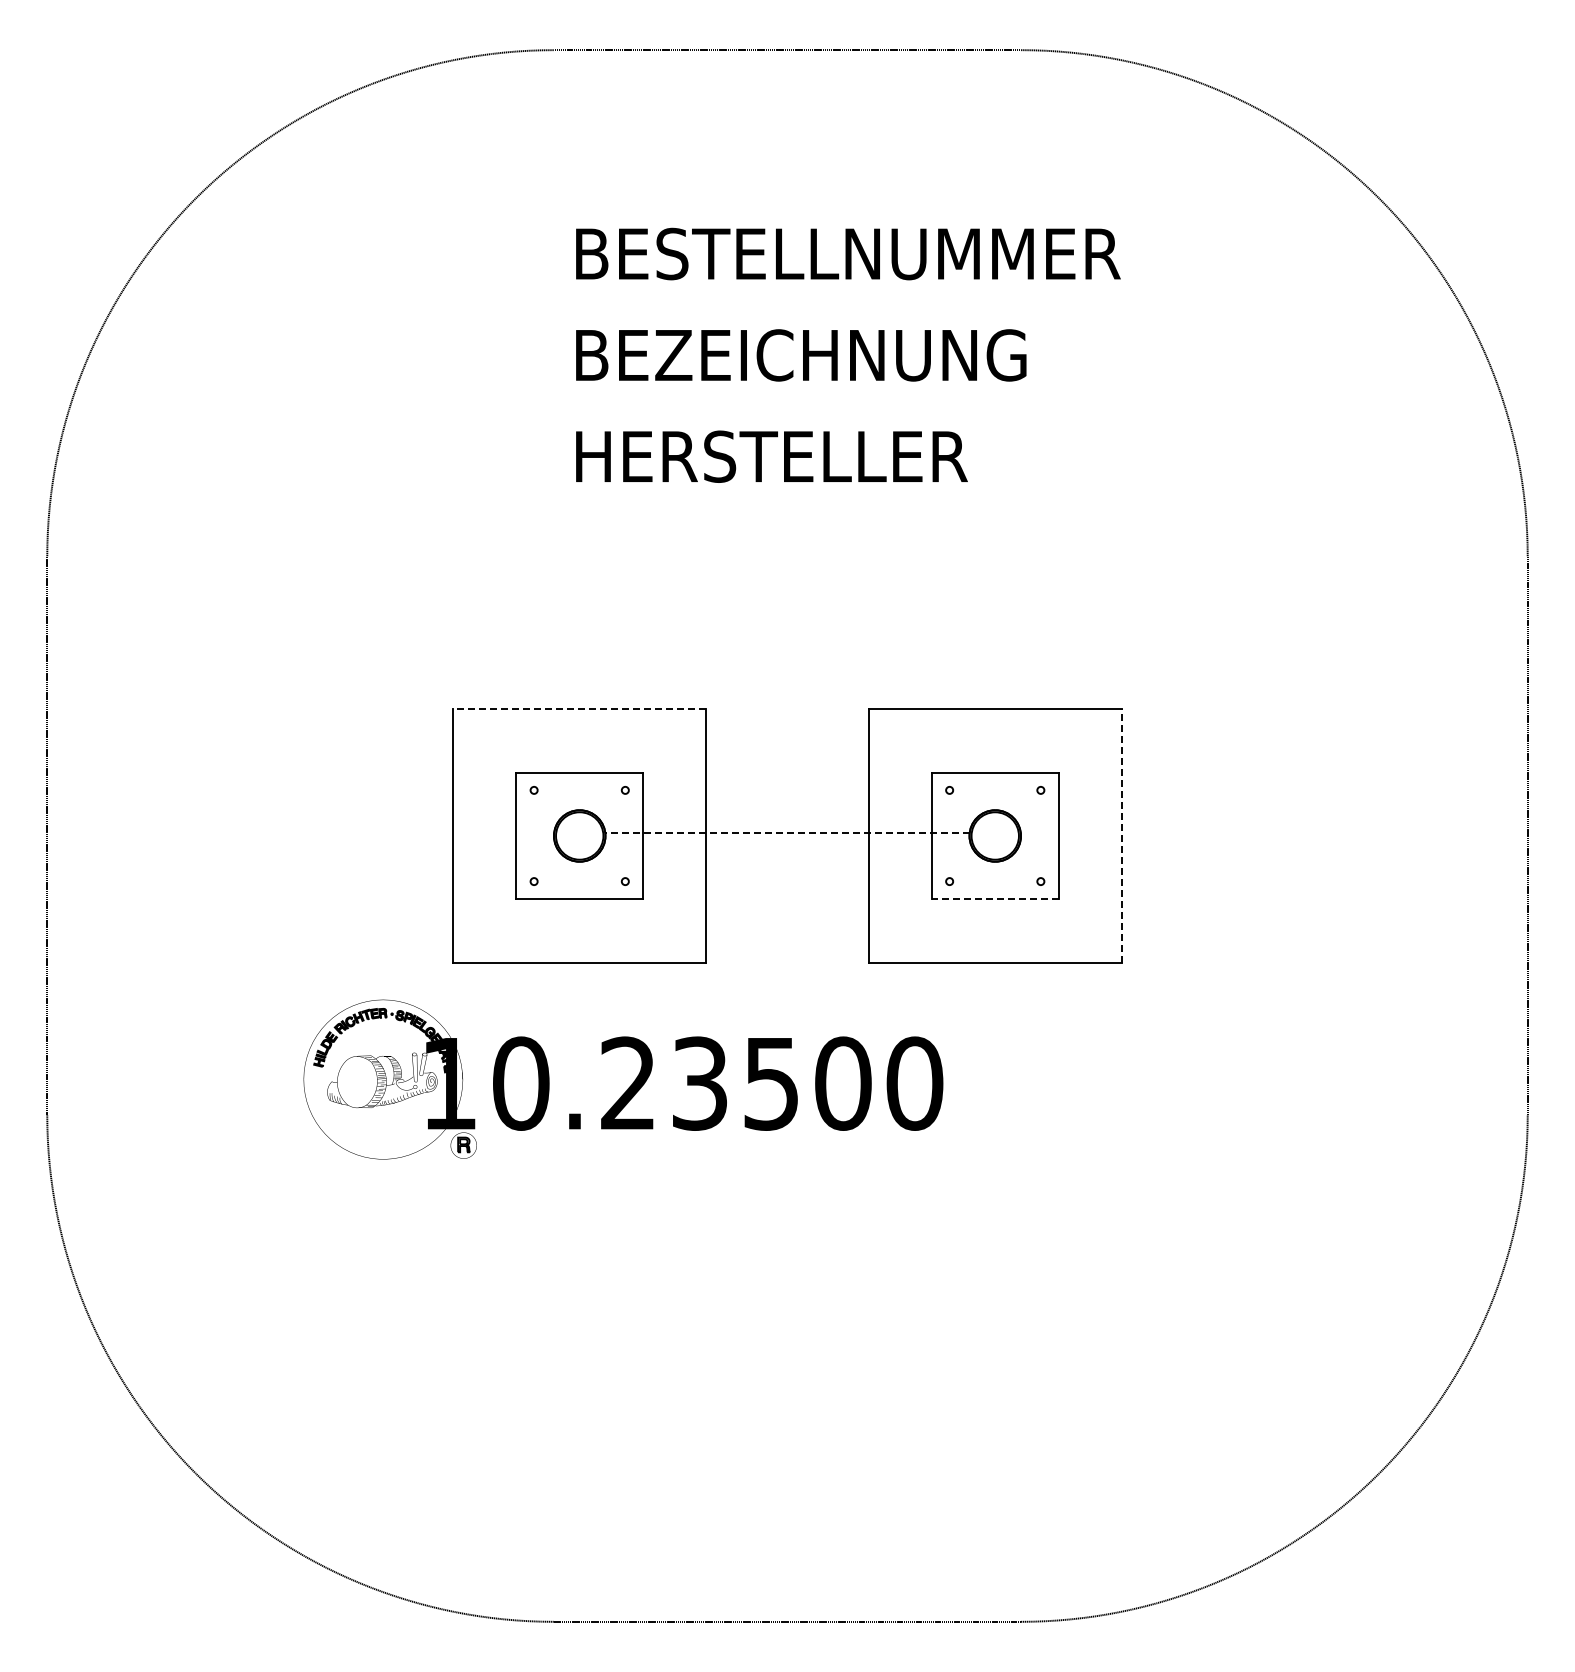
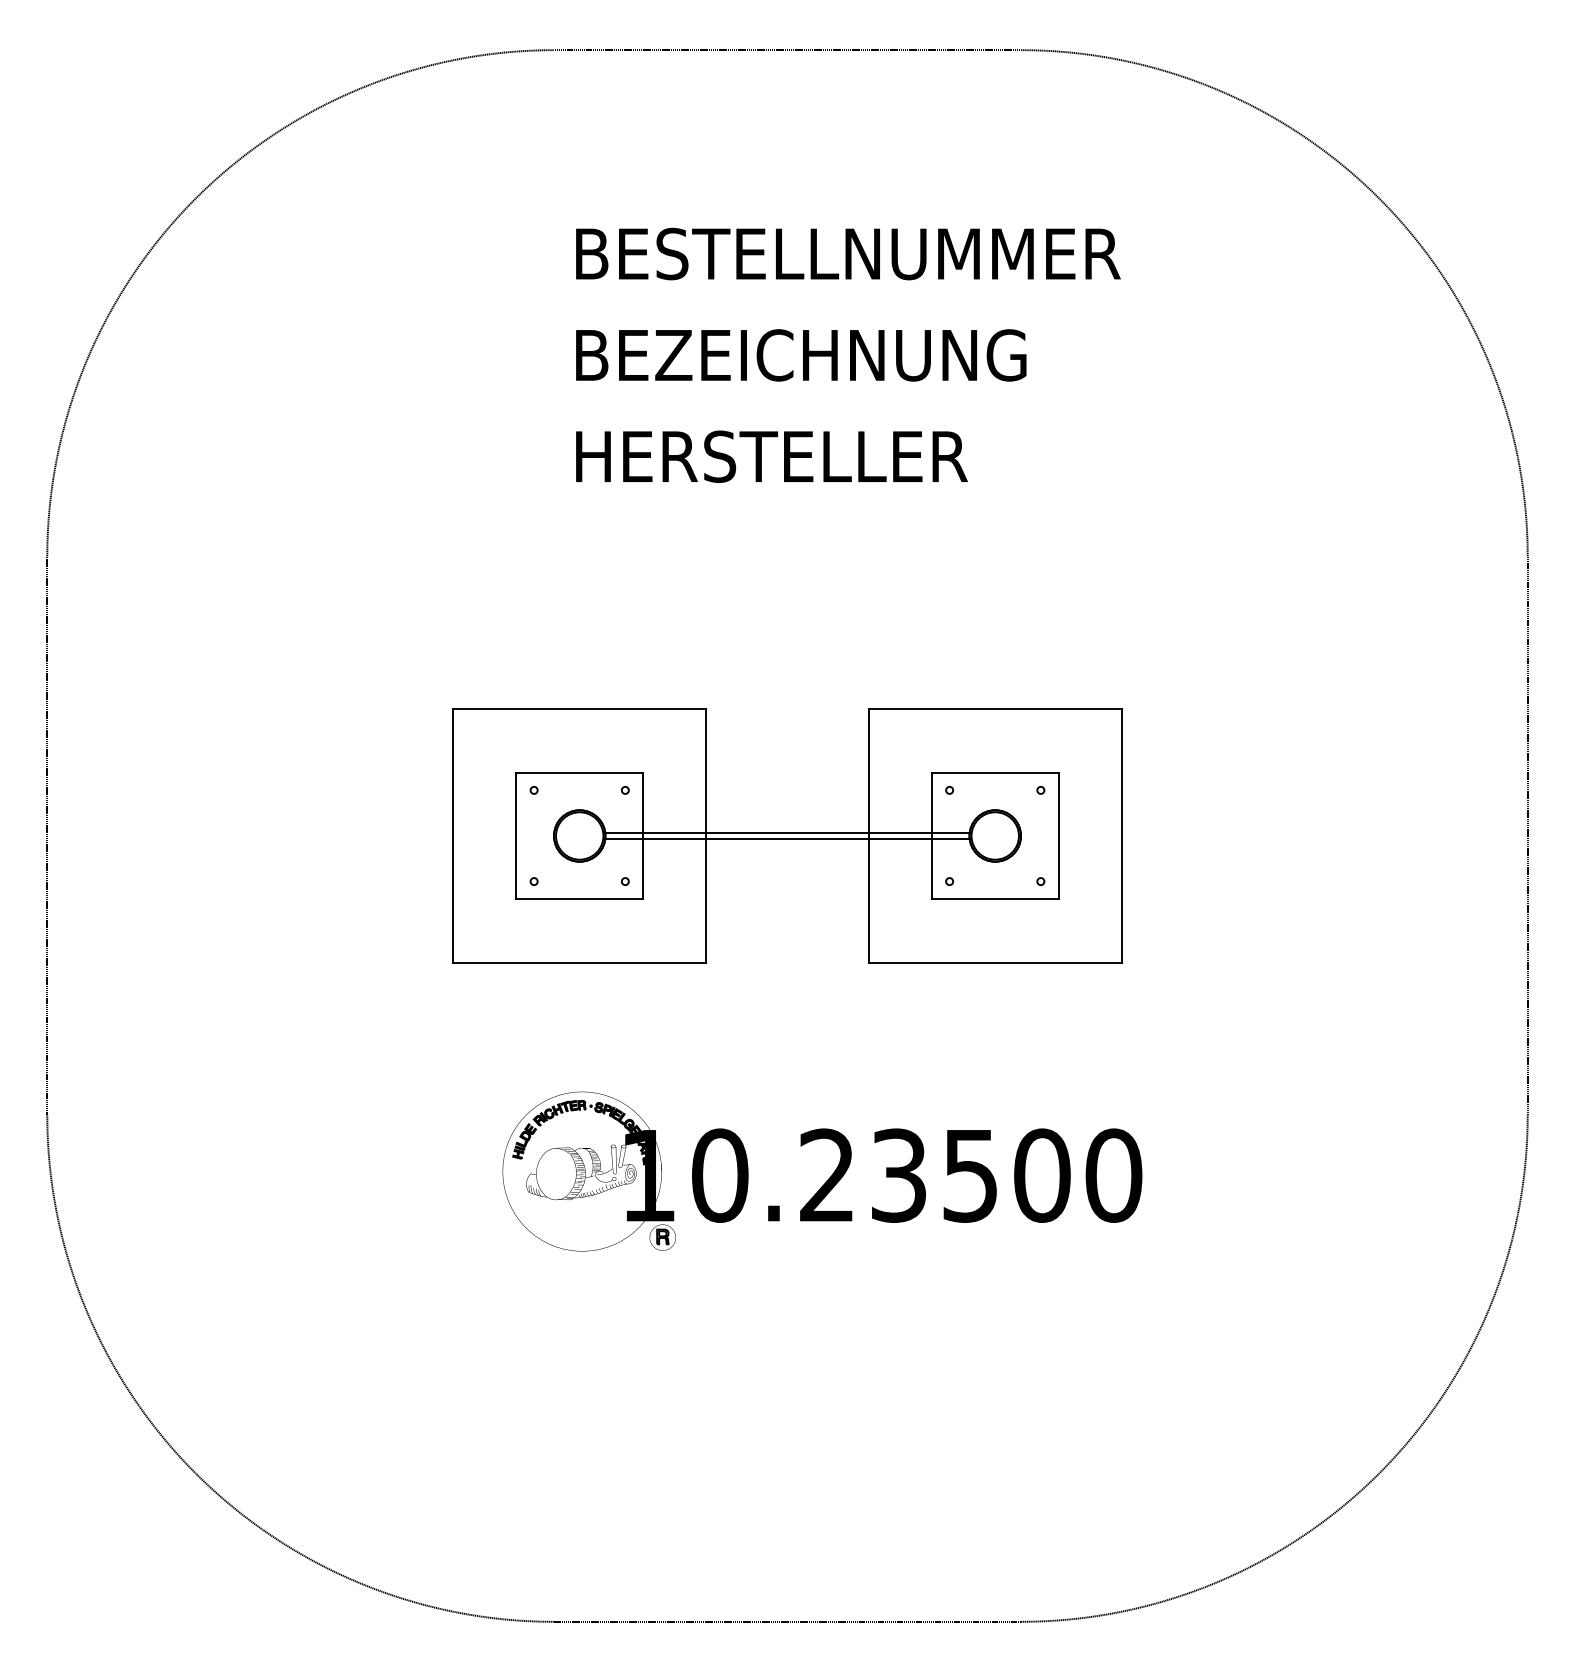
line at (579, 709): dashed -> solid
line at (787, 833): dashed -> solid
line at (1121, 836): dashed -> solid
line at (787, 838): none -> present
line at (994, 899): dashed -> solid
part at (630, 1085) position: (630, 1085) -> (829, 1177)
